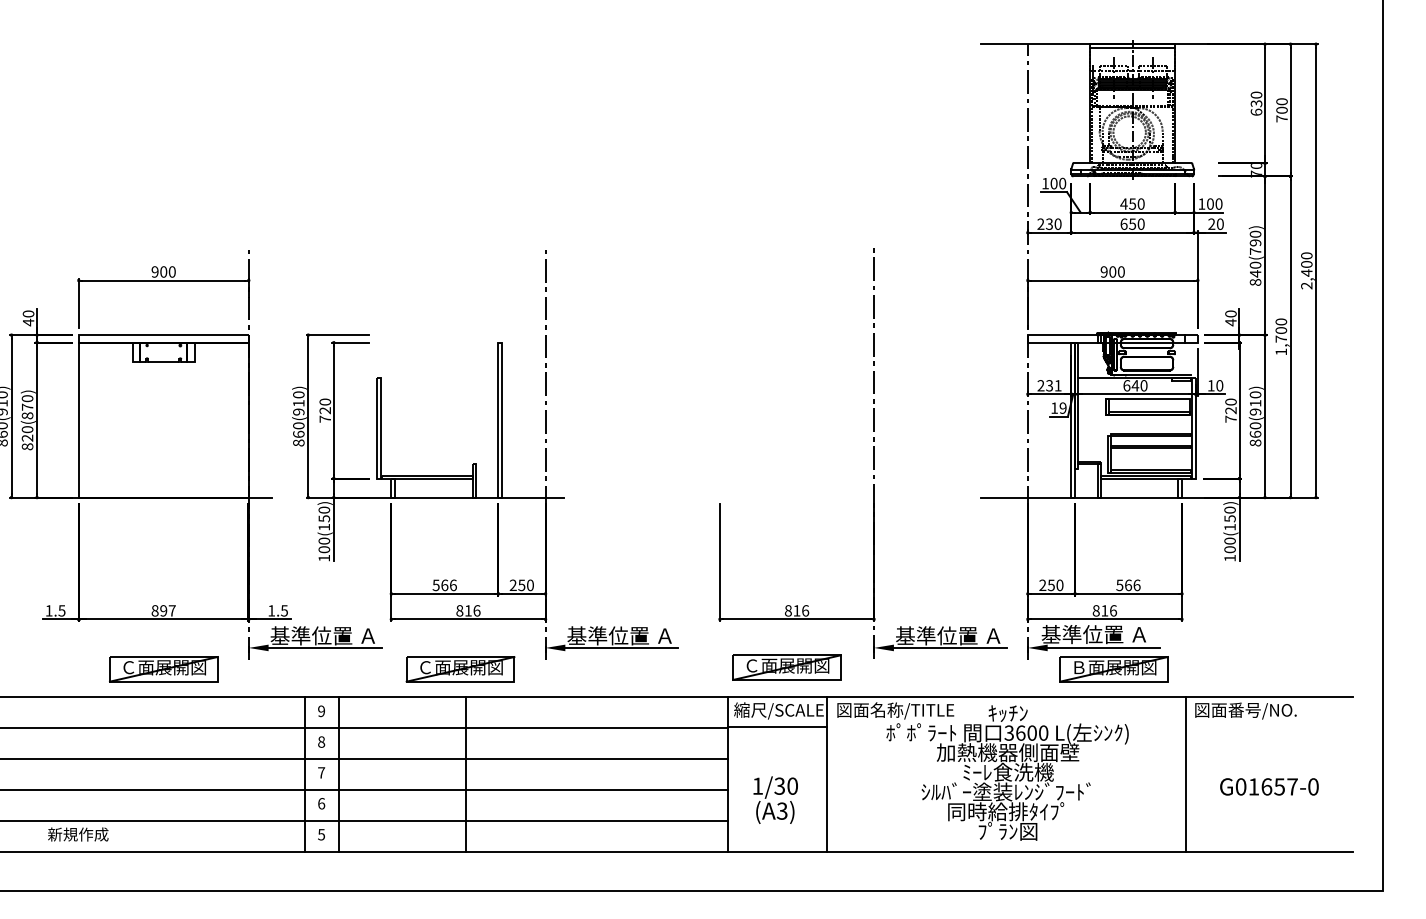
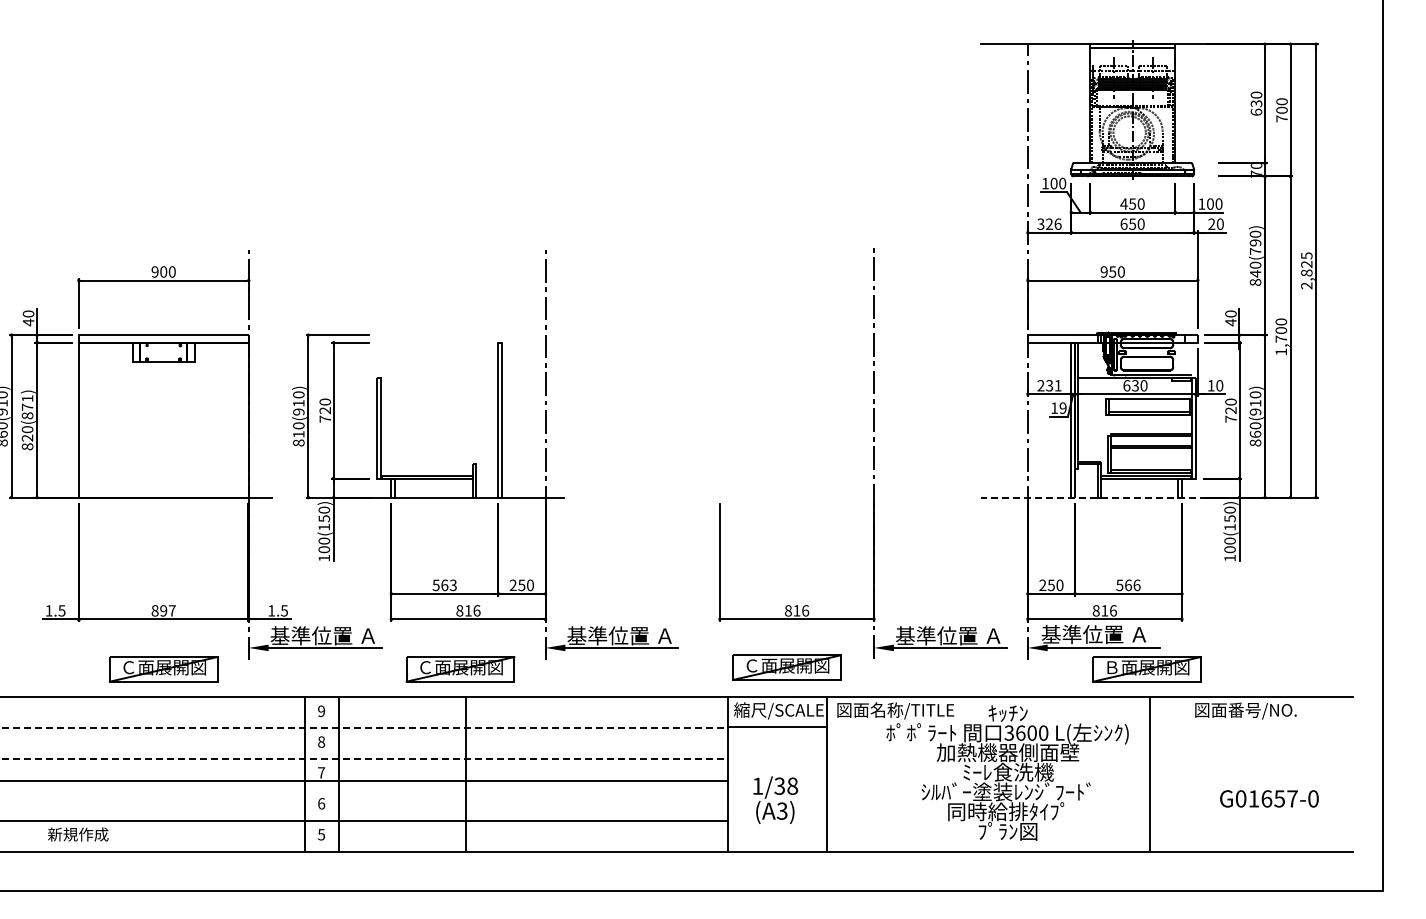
text at (1049, 223): 230 -> 326
text at (1306, 264): 2,400 -> 2,825
text at (1112, 271): 900 -> 950
text at (1135, 385): 640 -> 630
text at (27, 398): 820(870) -> 820(871)
text at (298, 433): 860(910) -> 810(910)
line at (1110, 497): solid -> dashed
text at (452, 585): 566 -> 563
part at (1113, 669) position: (1113, 669) -> (1146, 669)
line at (364, 728): solid -> dashed
line at (364, 758): solid -> dashed
line at (1186, 774) position: (1186, 774) -> (1150, 774)
text at (792, 786): 1/30 -> 1/38
text at (1269, 786) position: (1269, 786) -> (1269, 798)
line at (365, 789) position: (365, 789) -> (365, 780)
